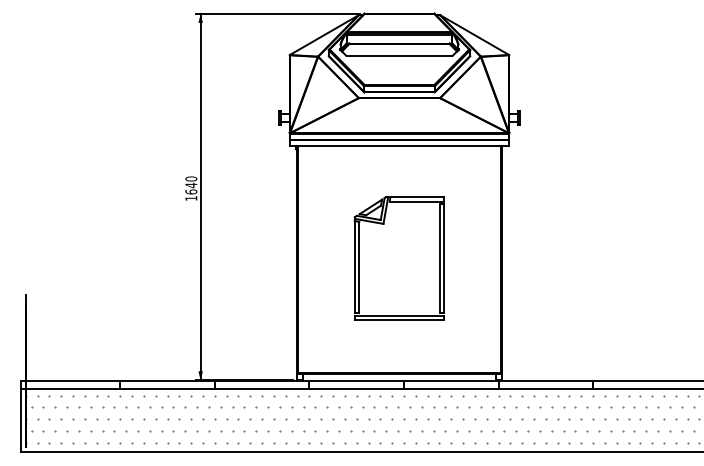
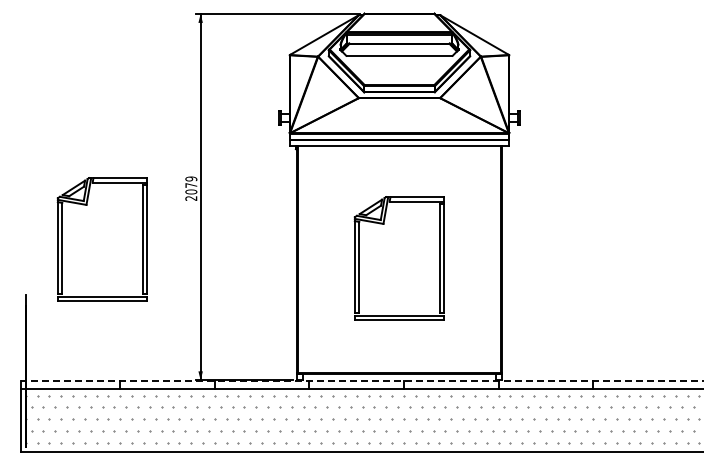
text at (191, 188): 1640 -> 2079
part at (87, 205): none -> present
line at (361, 381): solid -> dashed
